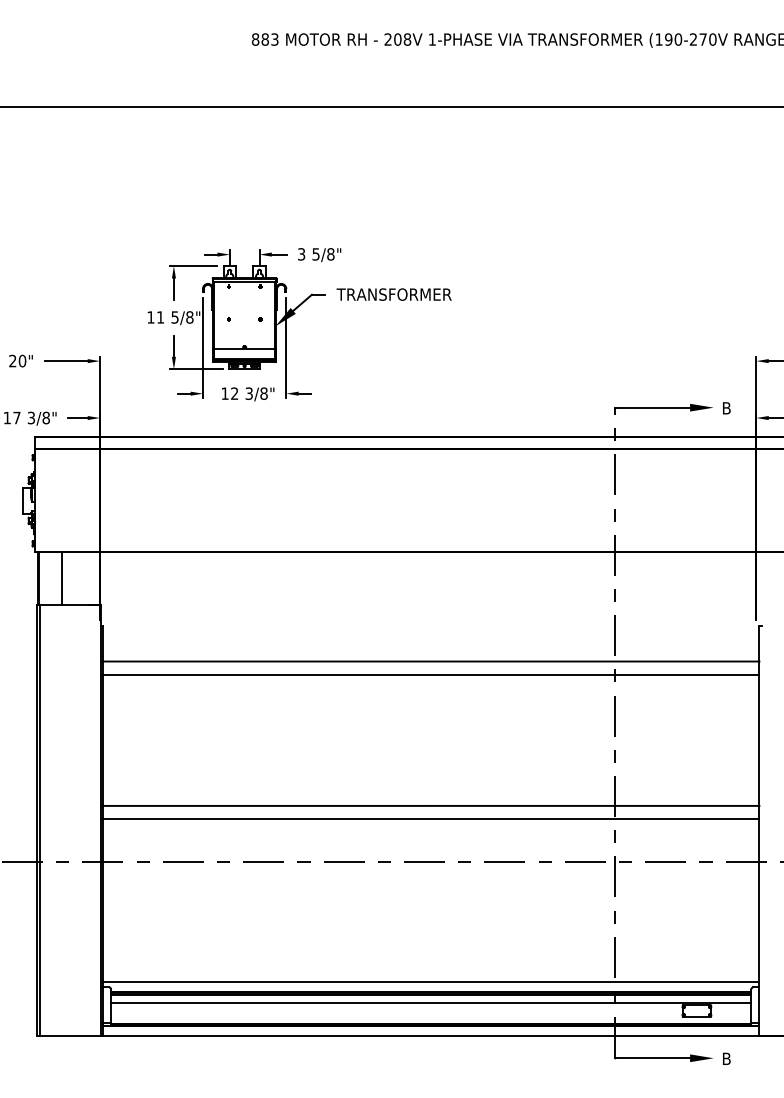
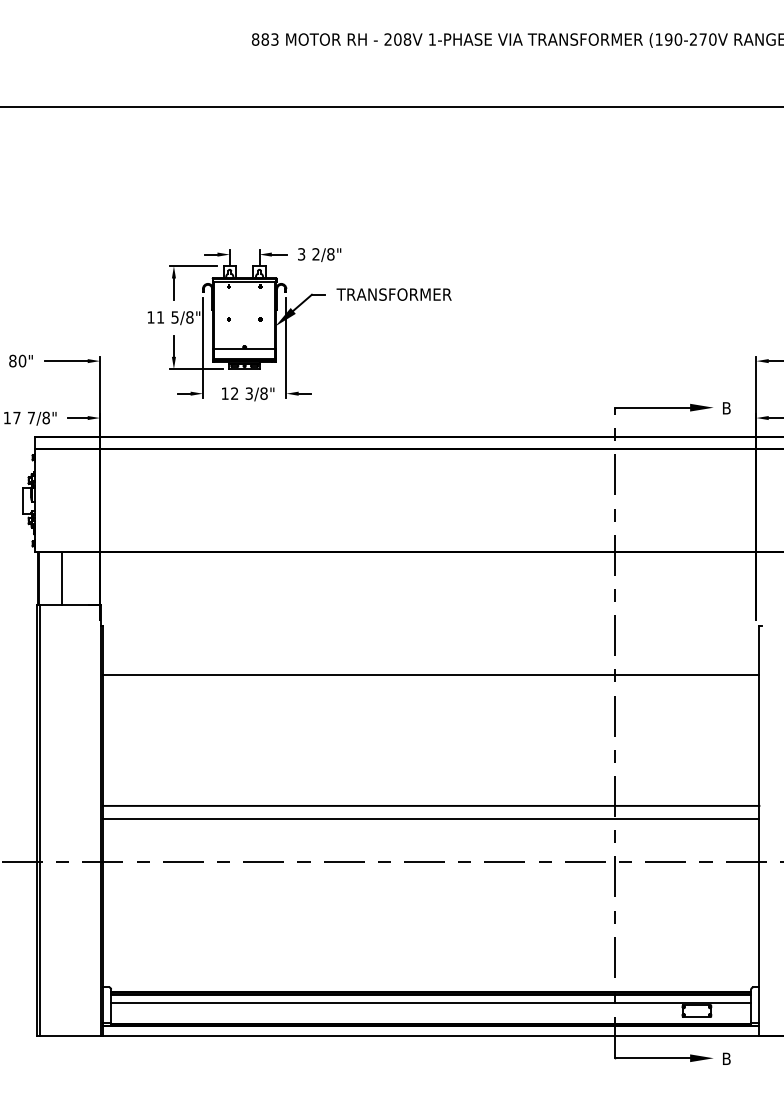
text at (315, 254): 5/8" -> 2/8"
text at (12, 360): 20" -> 80"
text at (30, 417): 3/8" -> 7/8"
line at (431, 661): present -> none
line at (431, 981): present -> none
